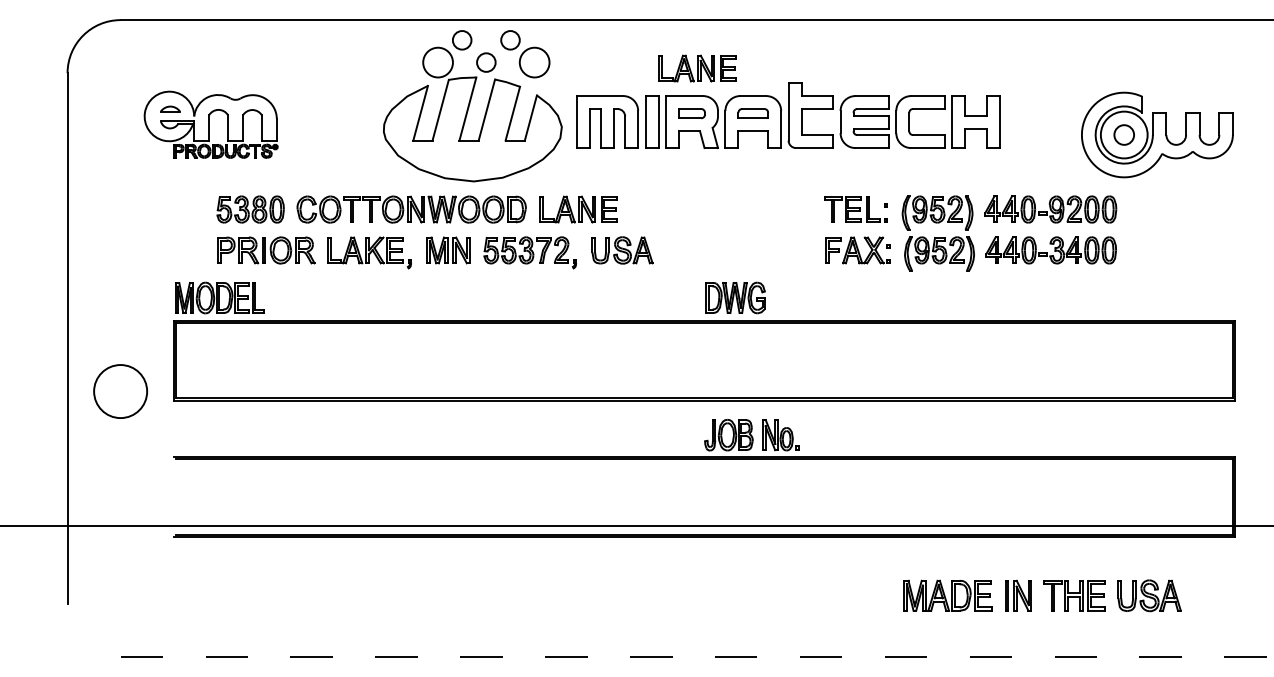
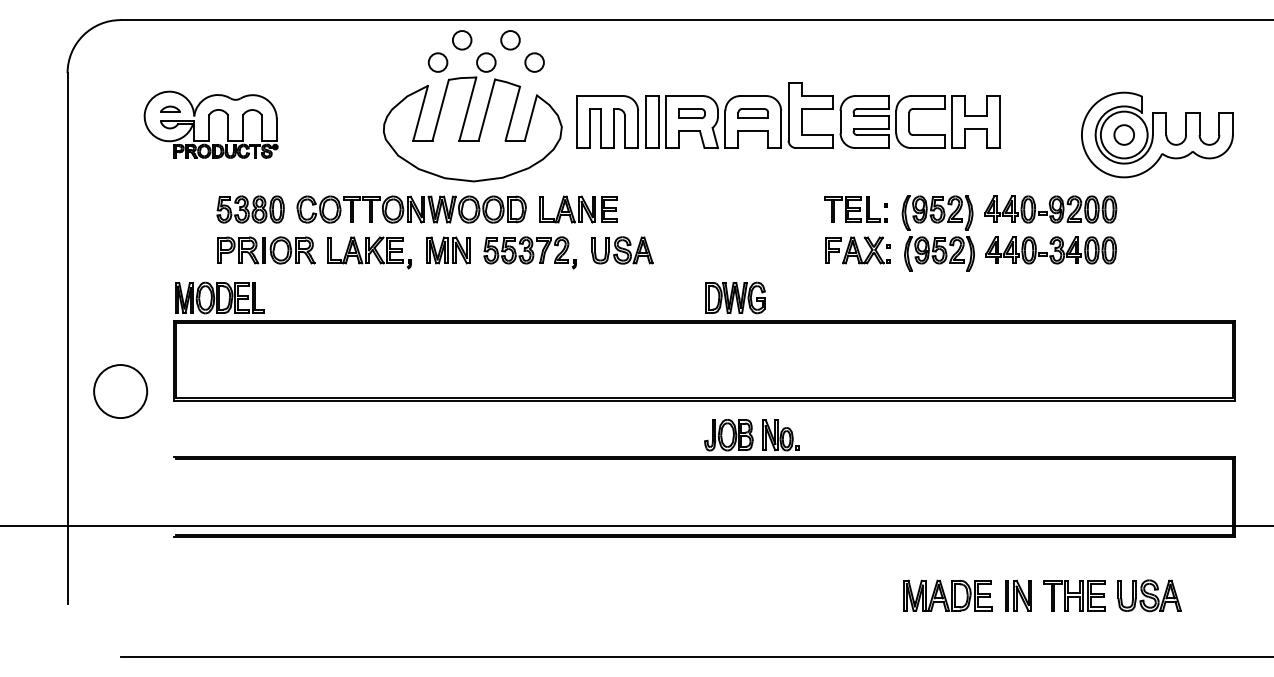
circle at (437, 62) diameter: 30 px -> 19 px
circle at (534, 62) diameter: 30 px -> 19 px
part at (697, 68): present -> none
line at (697, 656): dashed -> solid
